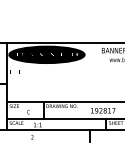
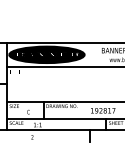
line at (64, 67): none -> present
